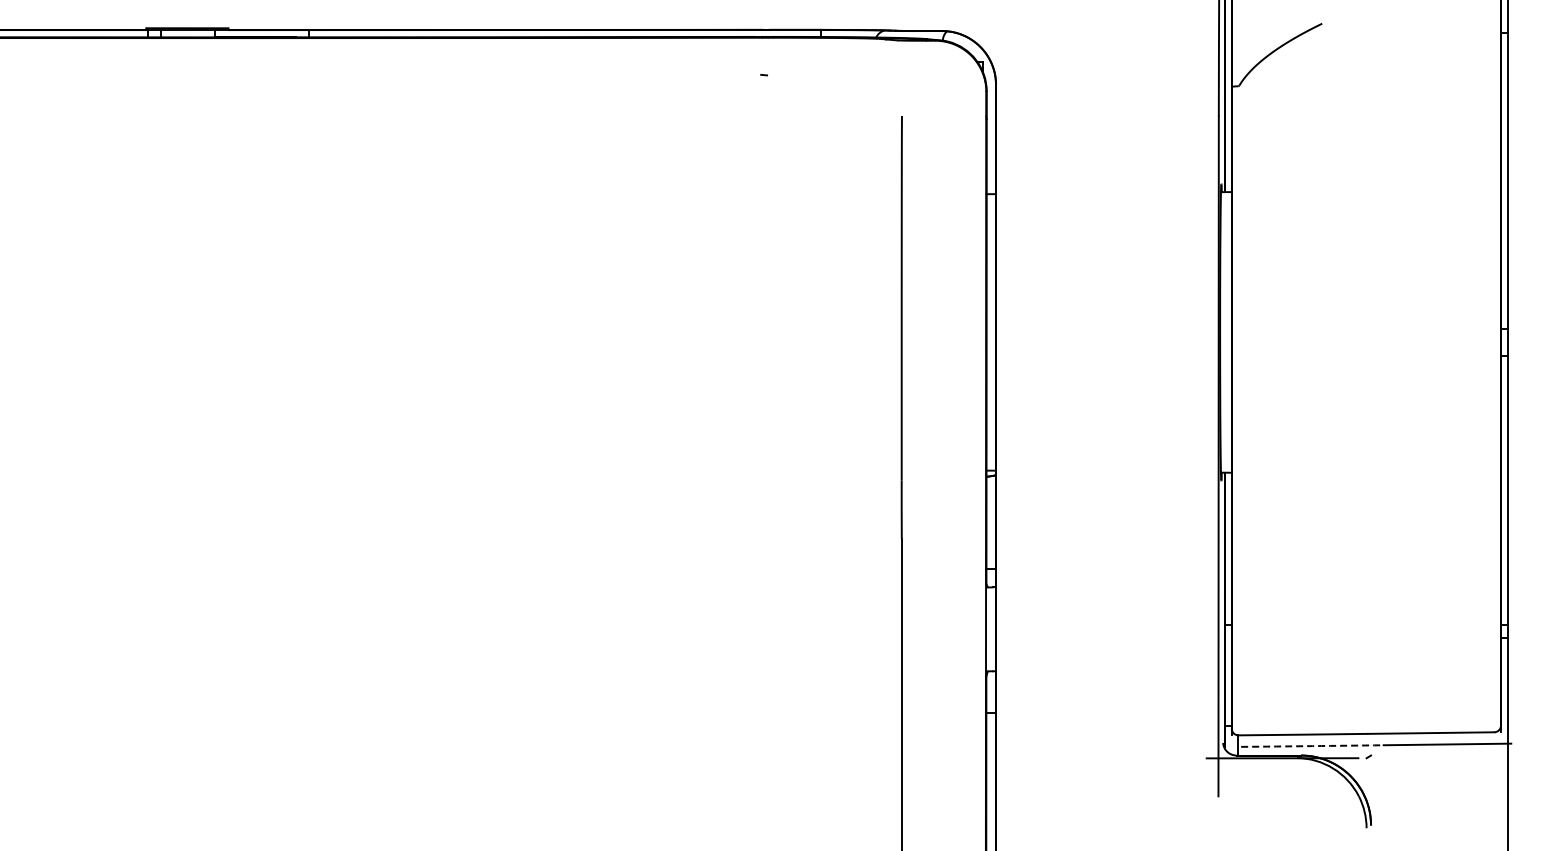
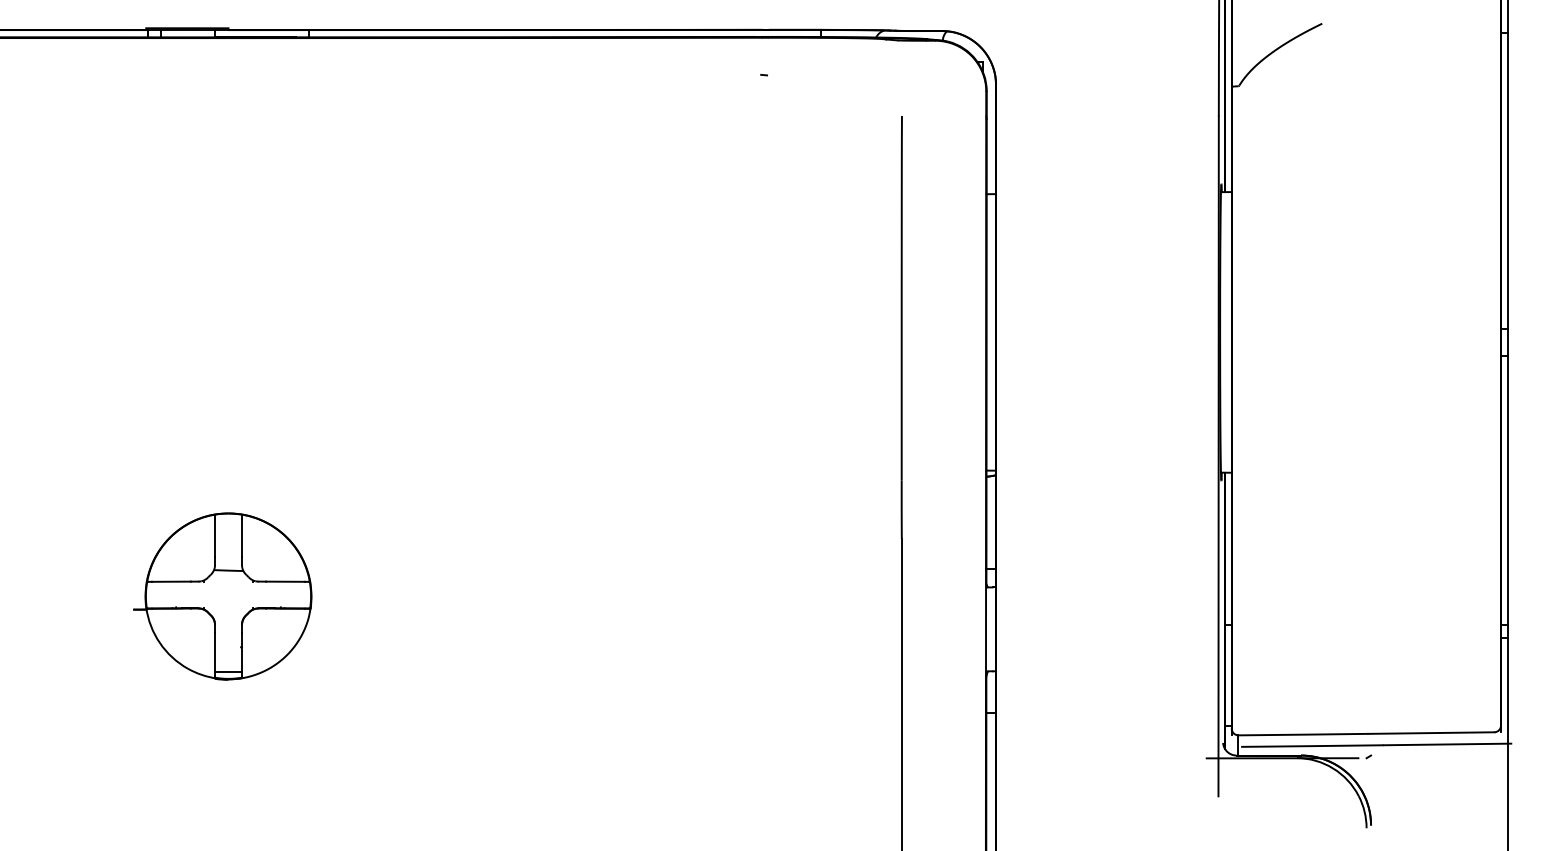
part at (222, 596): none -> present
arc at (1312, 746): dashed -> solid
